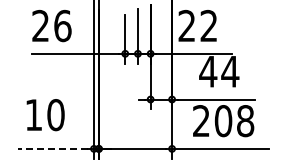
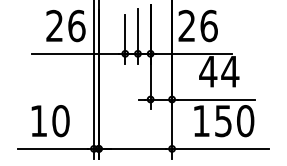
text at (51, 25) position: (51, 25) -> (65, 25)
text at (208, 25): 22 -> 26
text at (45, 115) position: (45, 115) -> (50, 121)
text at (223, 121): 208 -> 150
line at (52, 148): dashed -> solid
